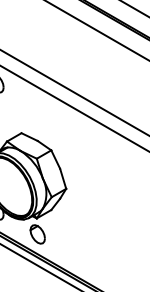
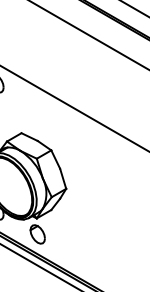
line at (96, 30) position: (96, 30) -> (88, 35)
line at (74, 92): present -> none
